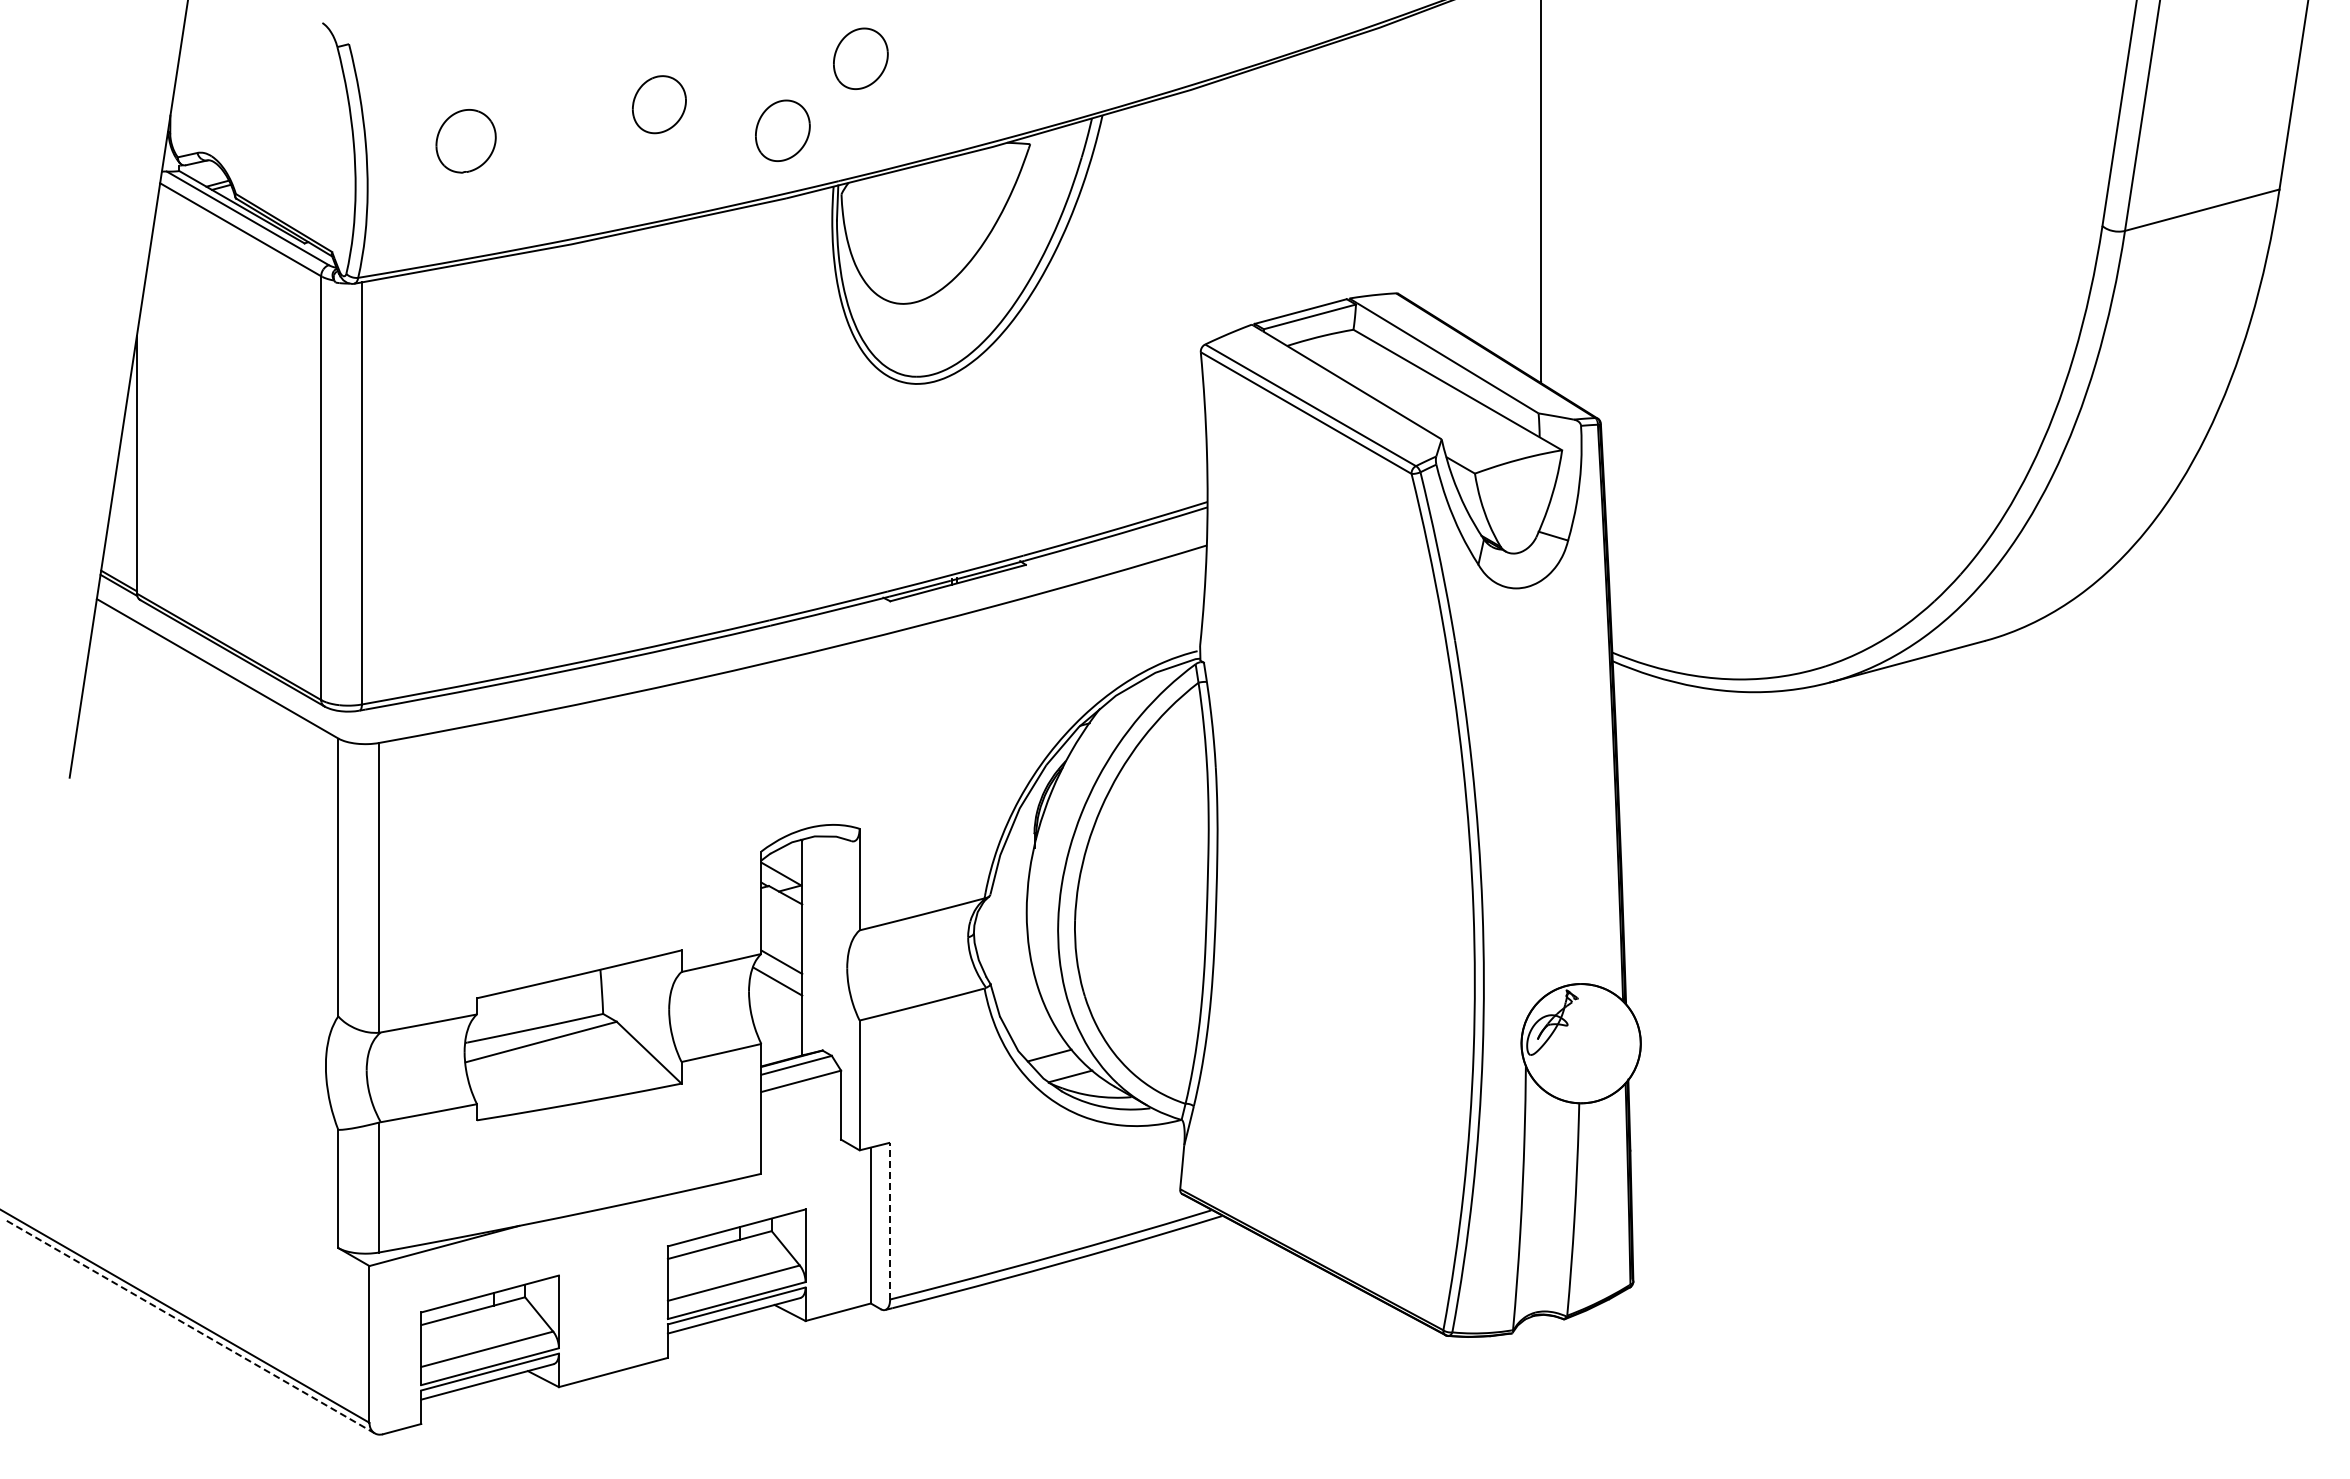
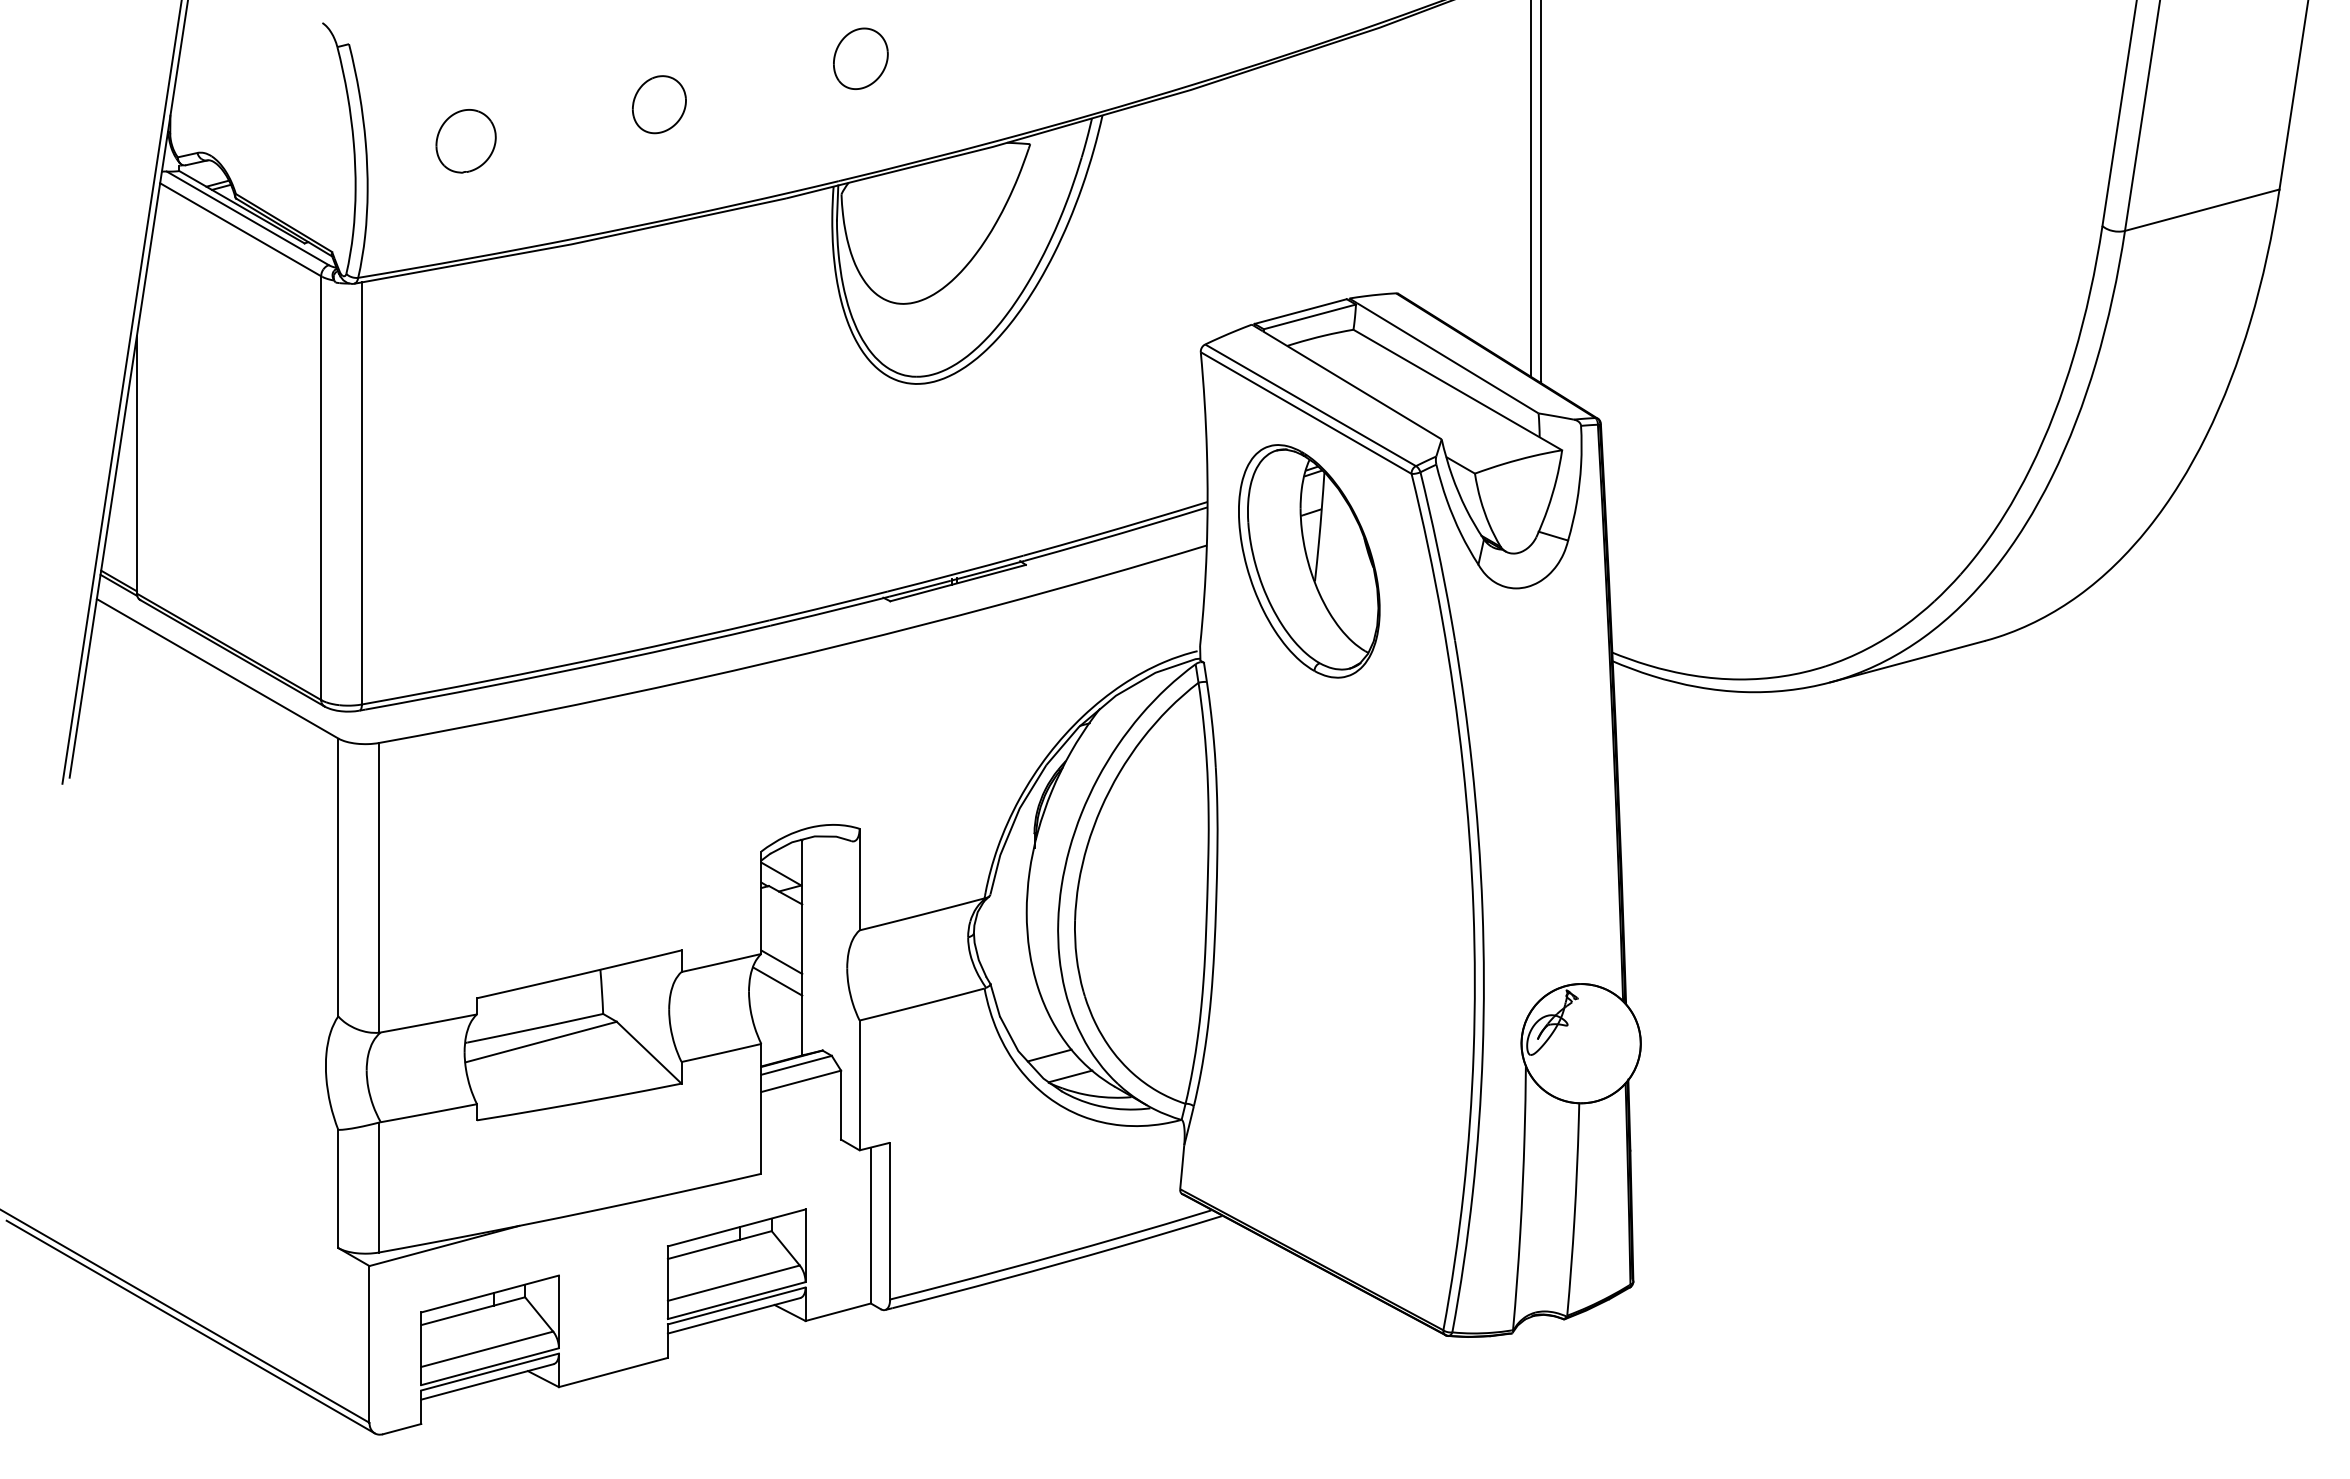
part at (782, 130): present -> none
line at (1531, 189): none -> present
line at (121, 392): none -> present
part at (1309, 561): none -> present
line at (890, 1220): dashed -> solid
line at (190, 1327): dashed -> solid
